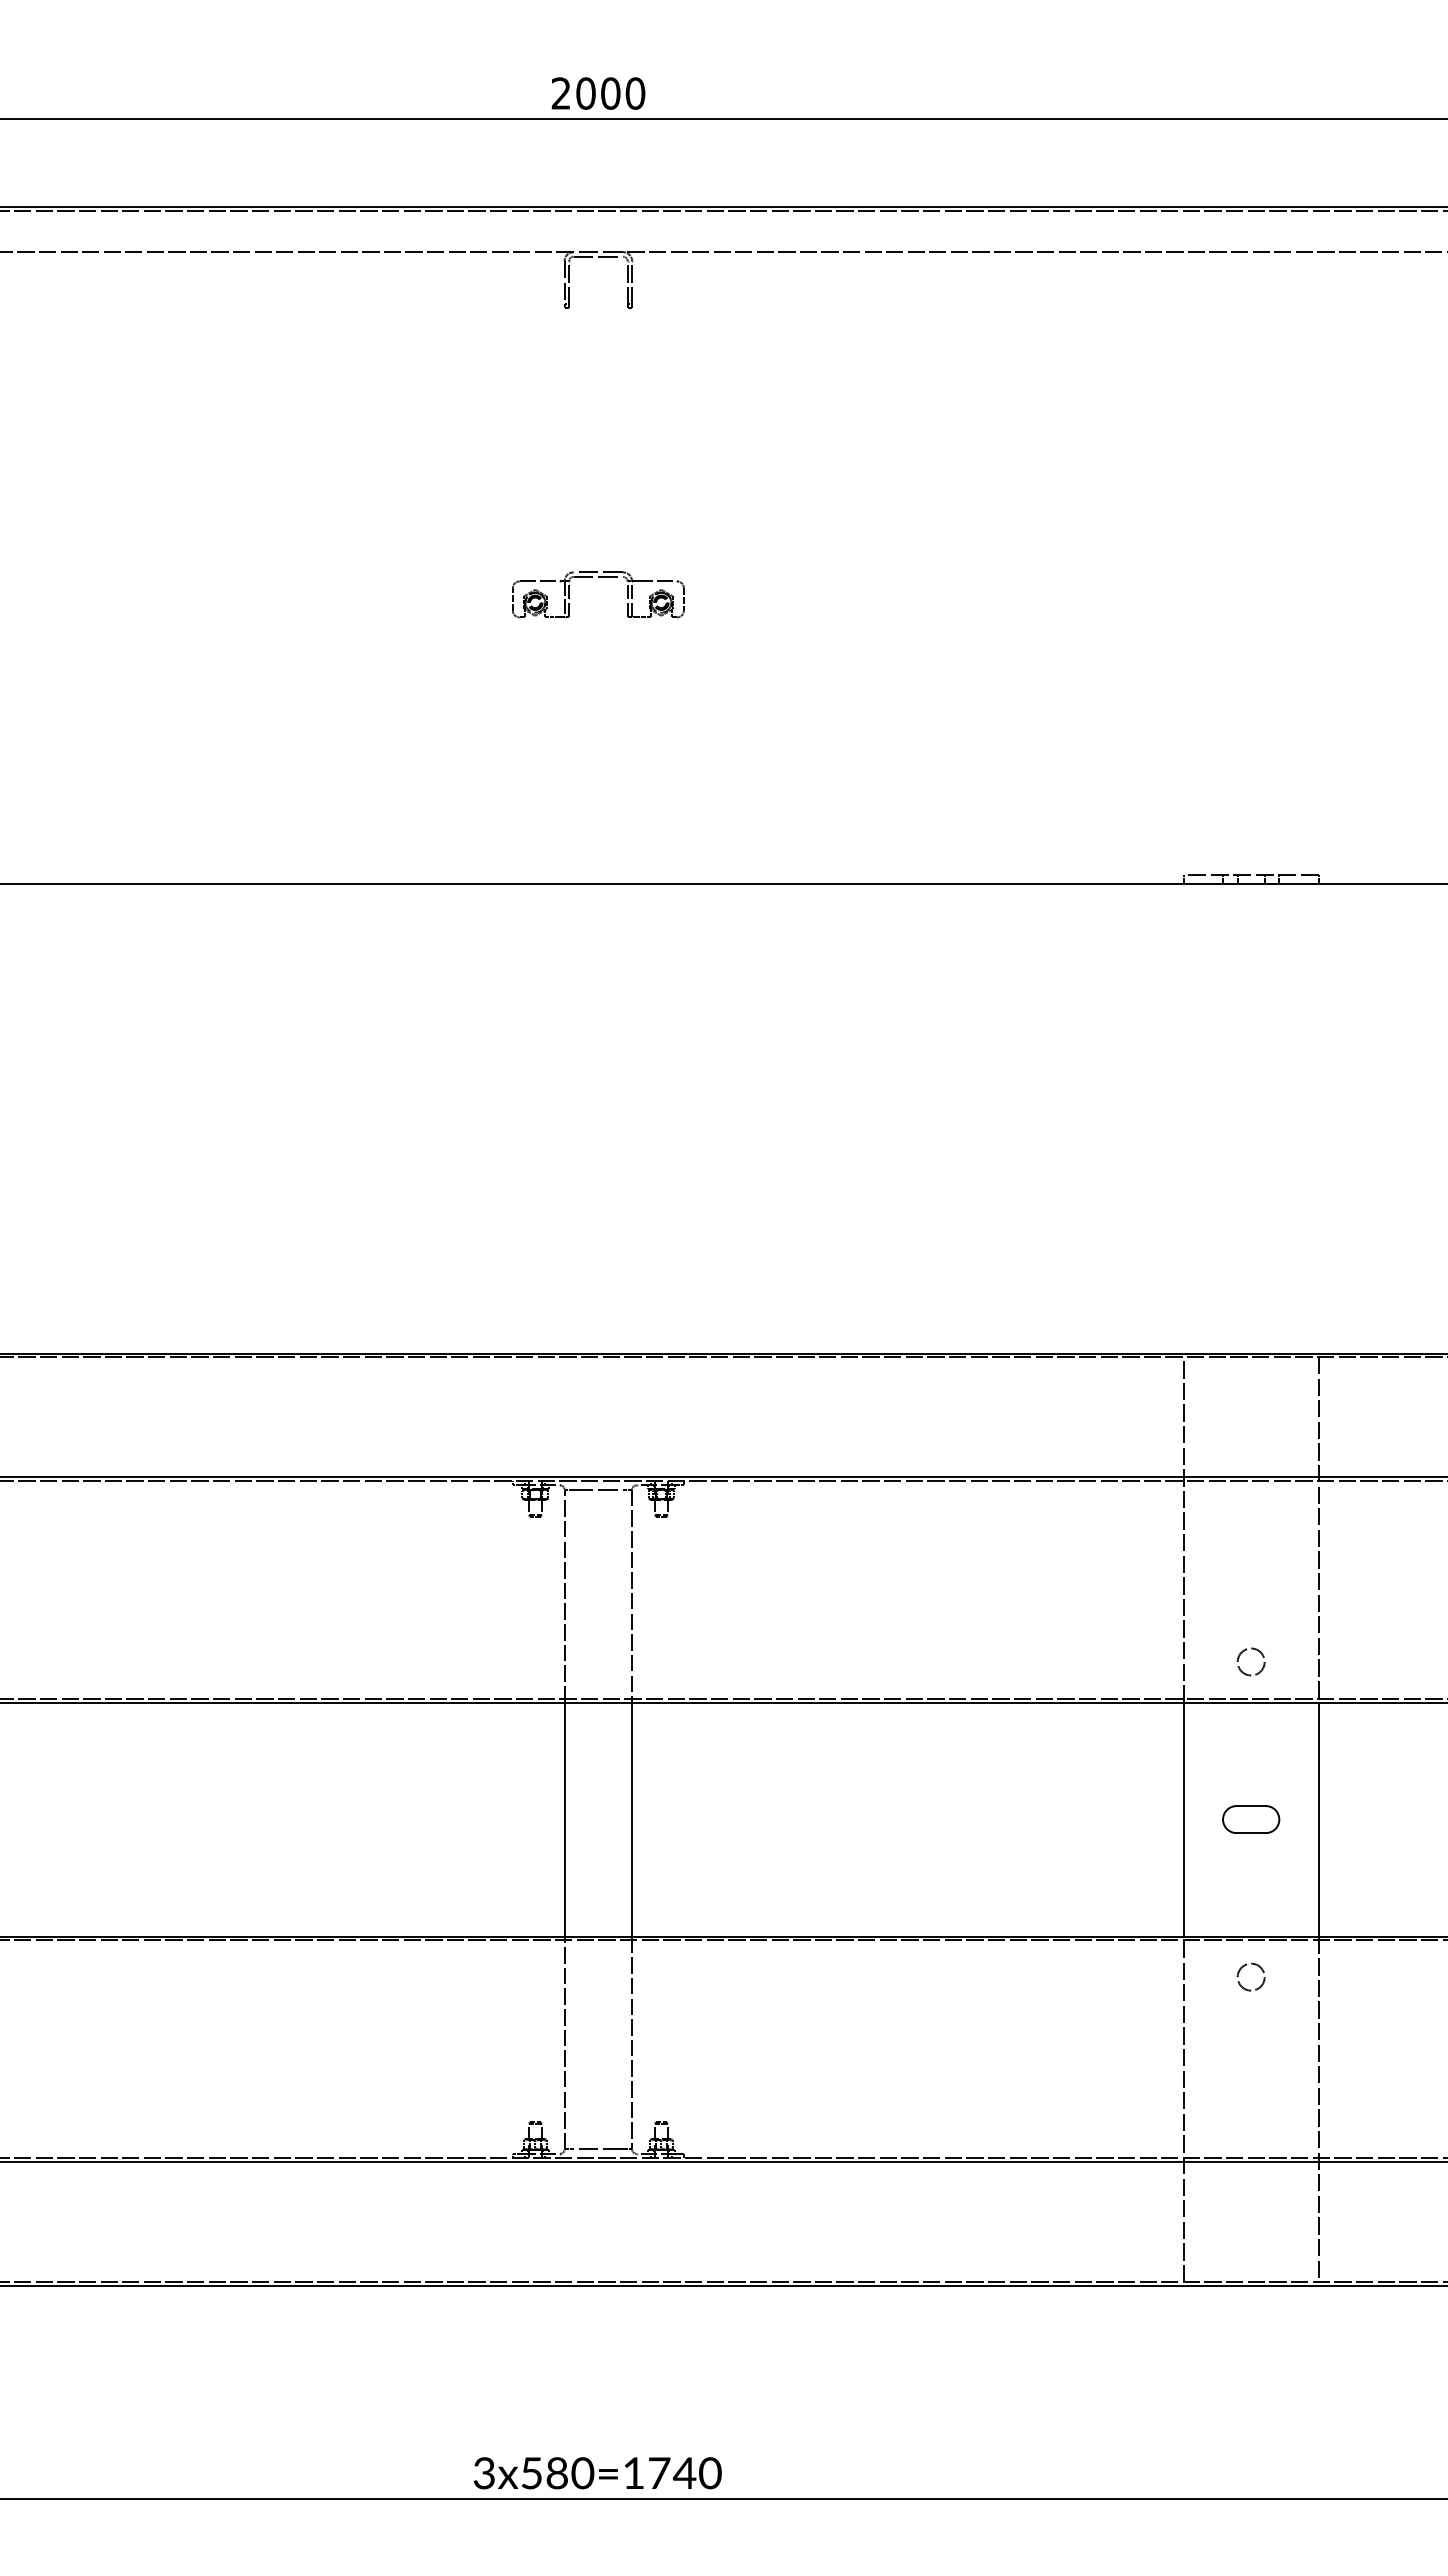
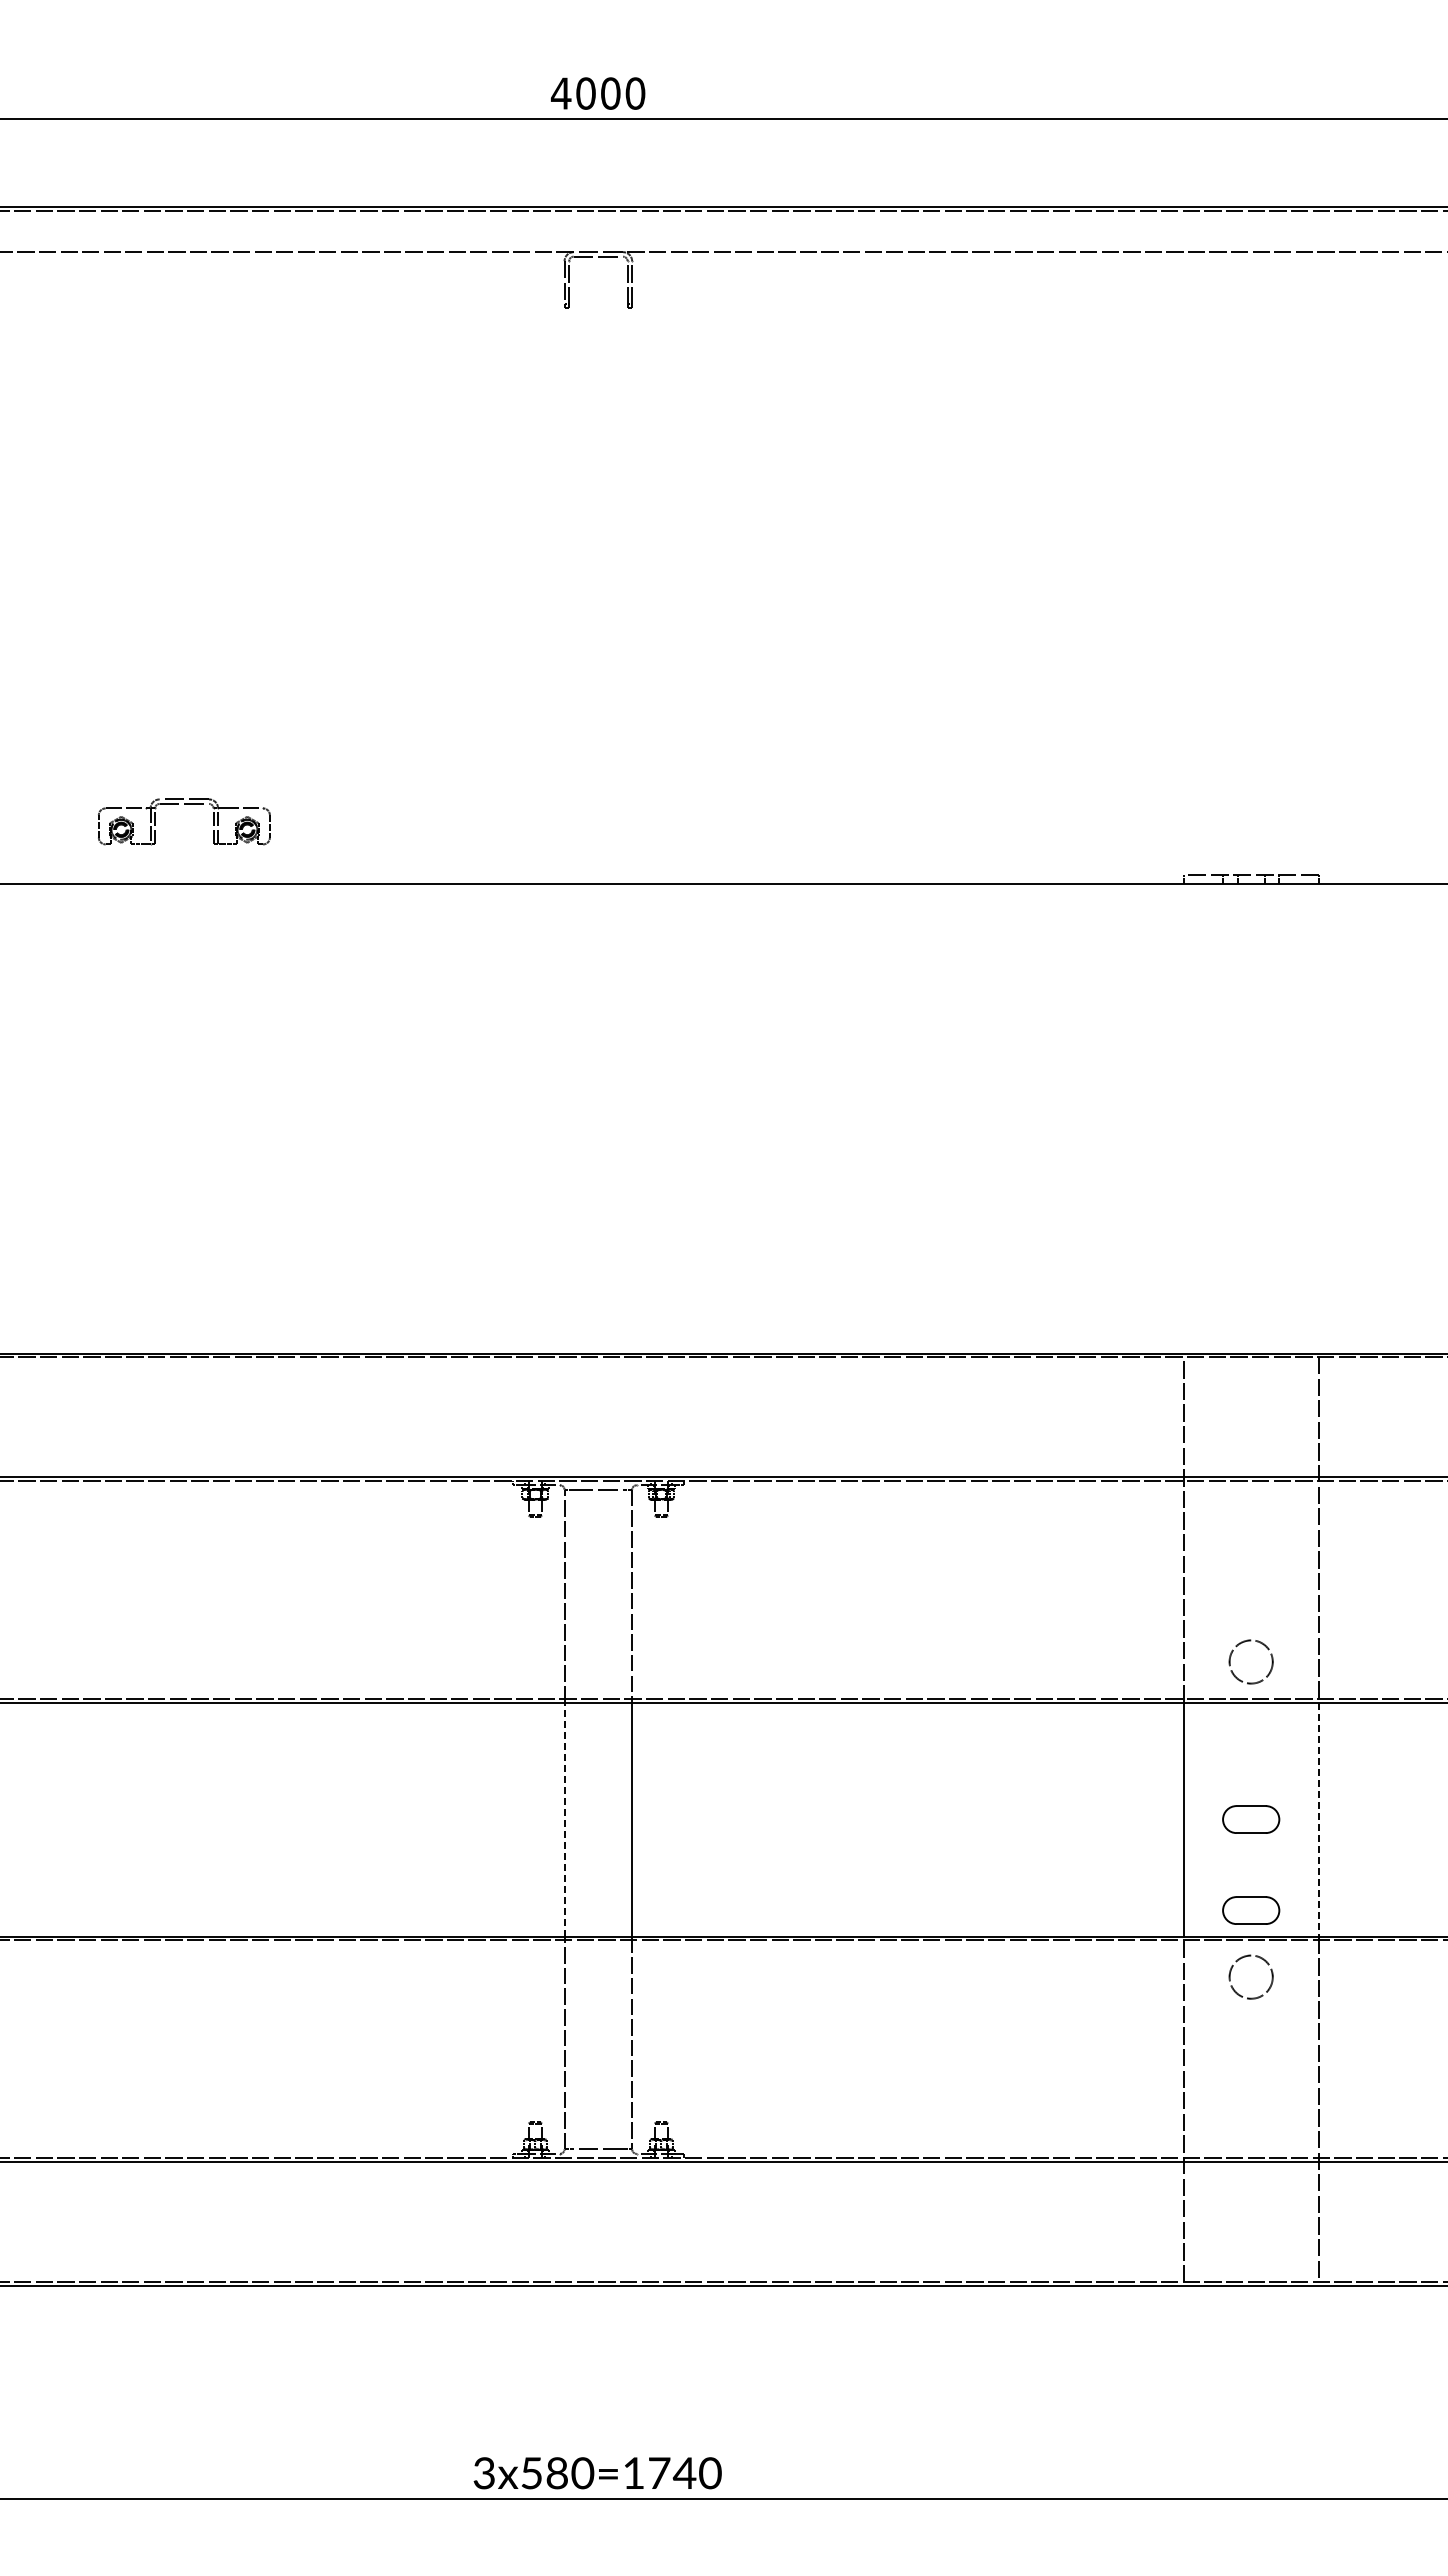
text at (560, 93): 2000 -> 4000
part at (598, 577) position: (598, 577) -> (184, 804)
circle at (1250, 1661) diameter: 27 px -> 43 px
line at (564, 1819): solid -> dashed
line at (1318, 1820): solid -> dashed
part at (1251, 1910): none -> present
circle at (1250, 1976) diameter: 27 px -> 43 px
